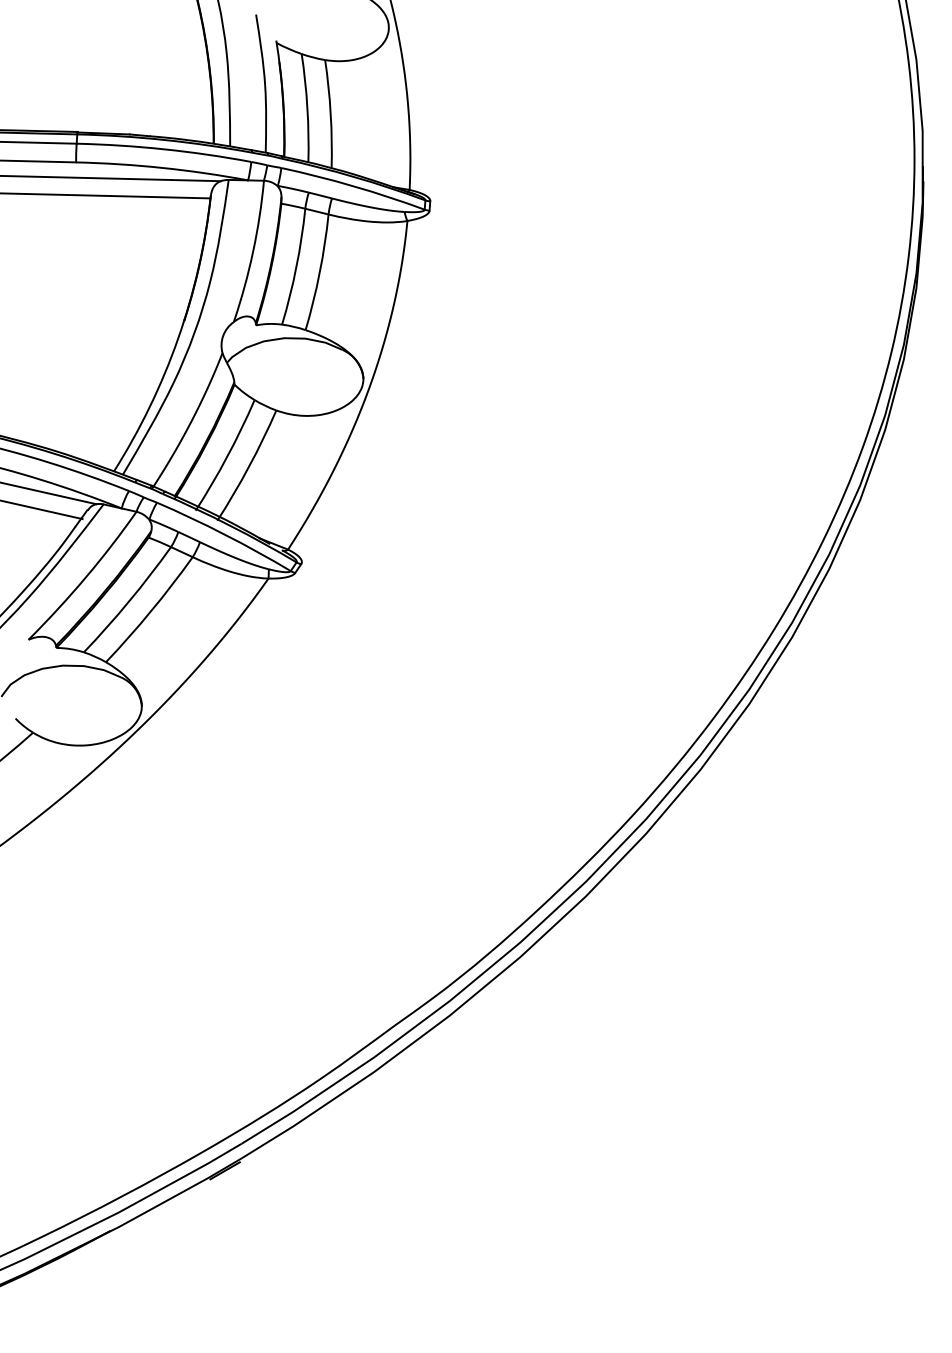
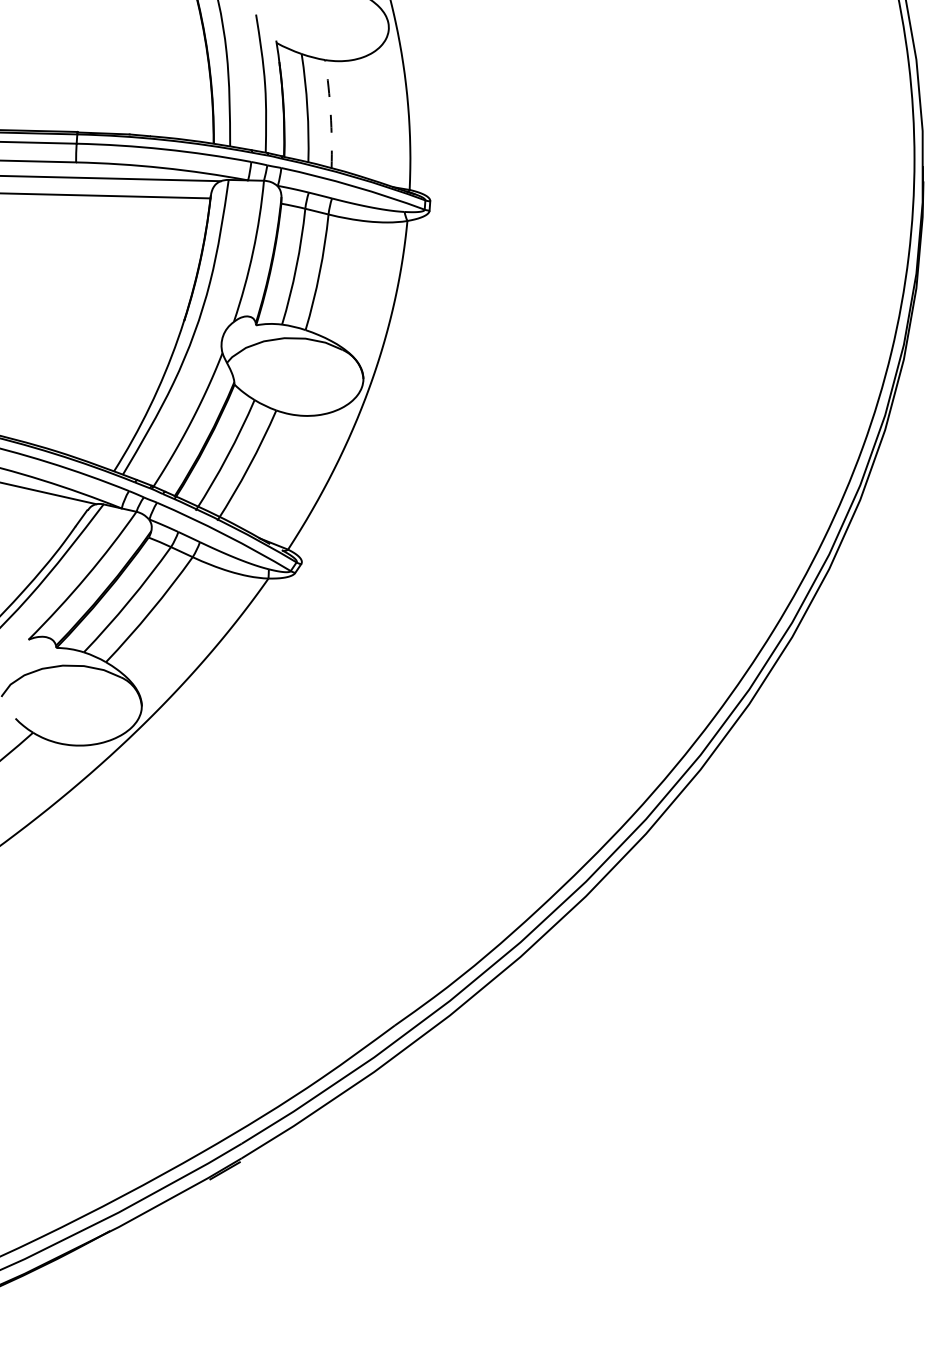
arc at (330, 114): solid -> dashed
line at (42, 510): present -> none
